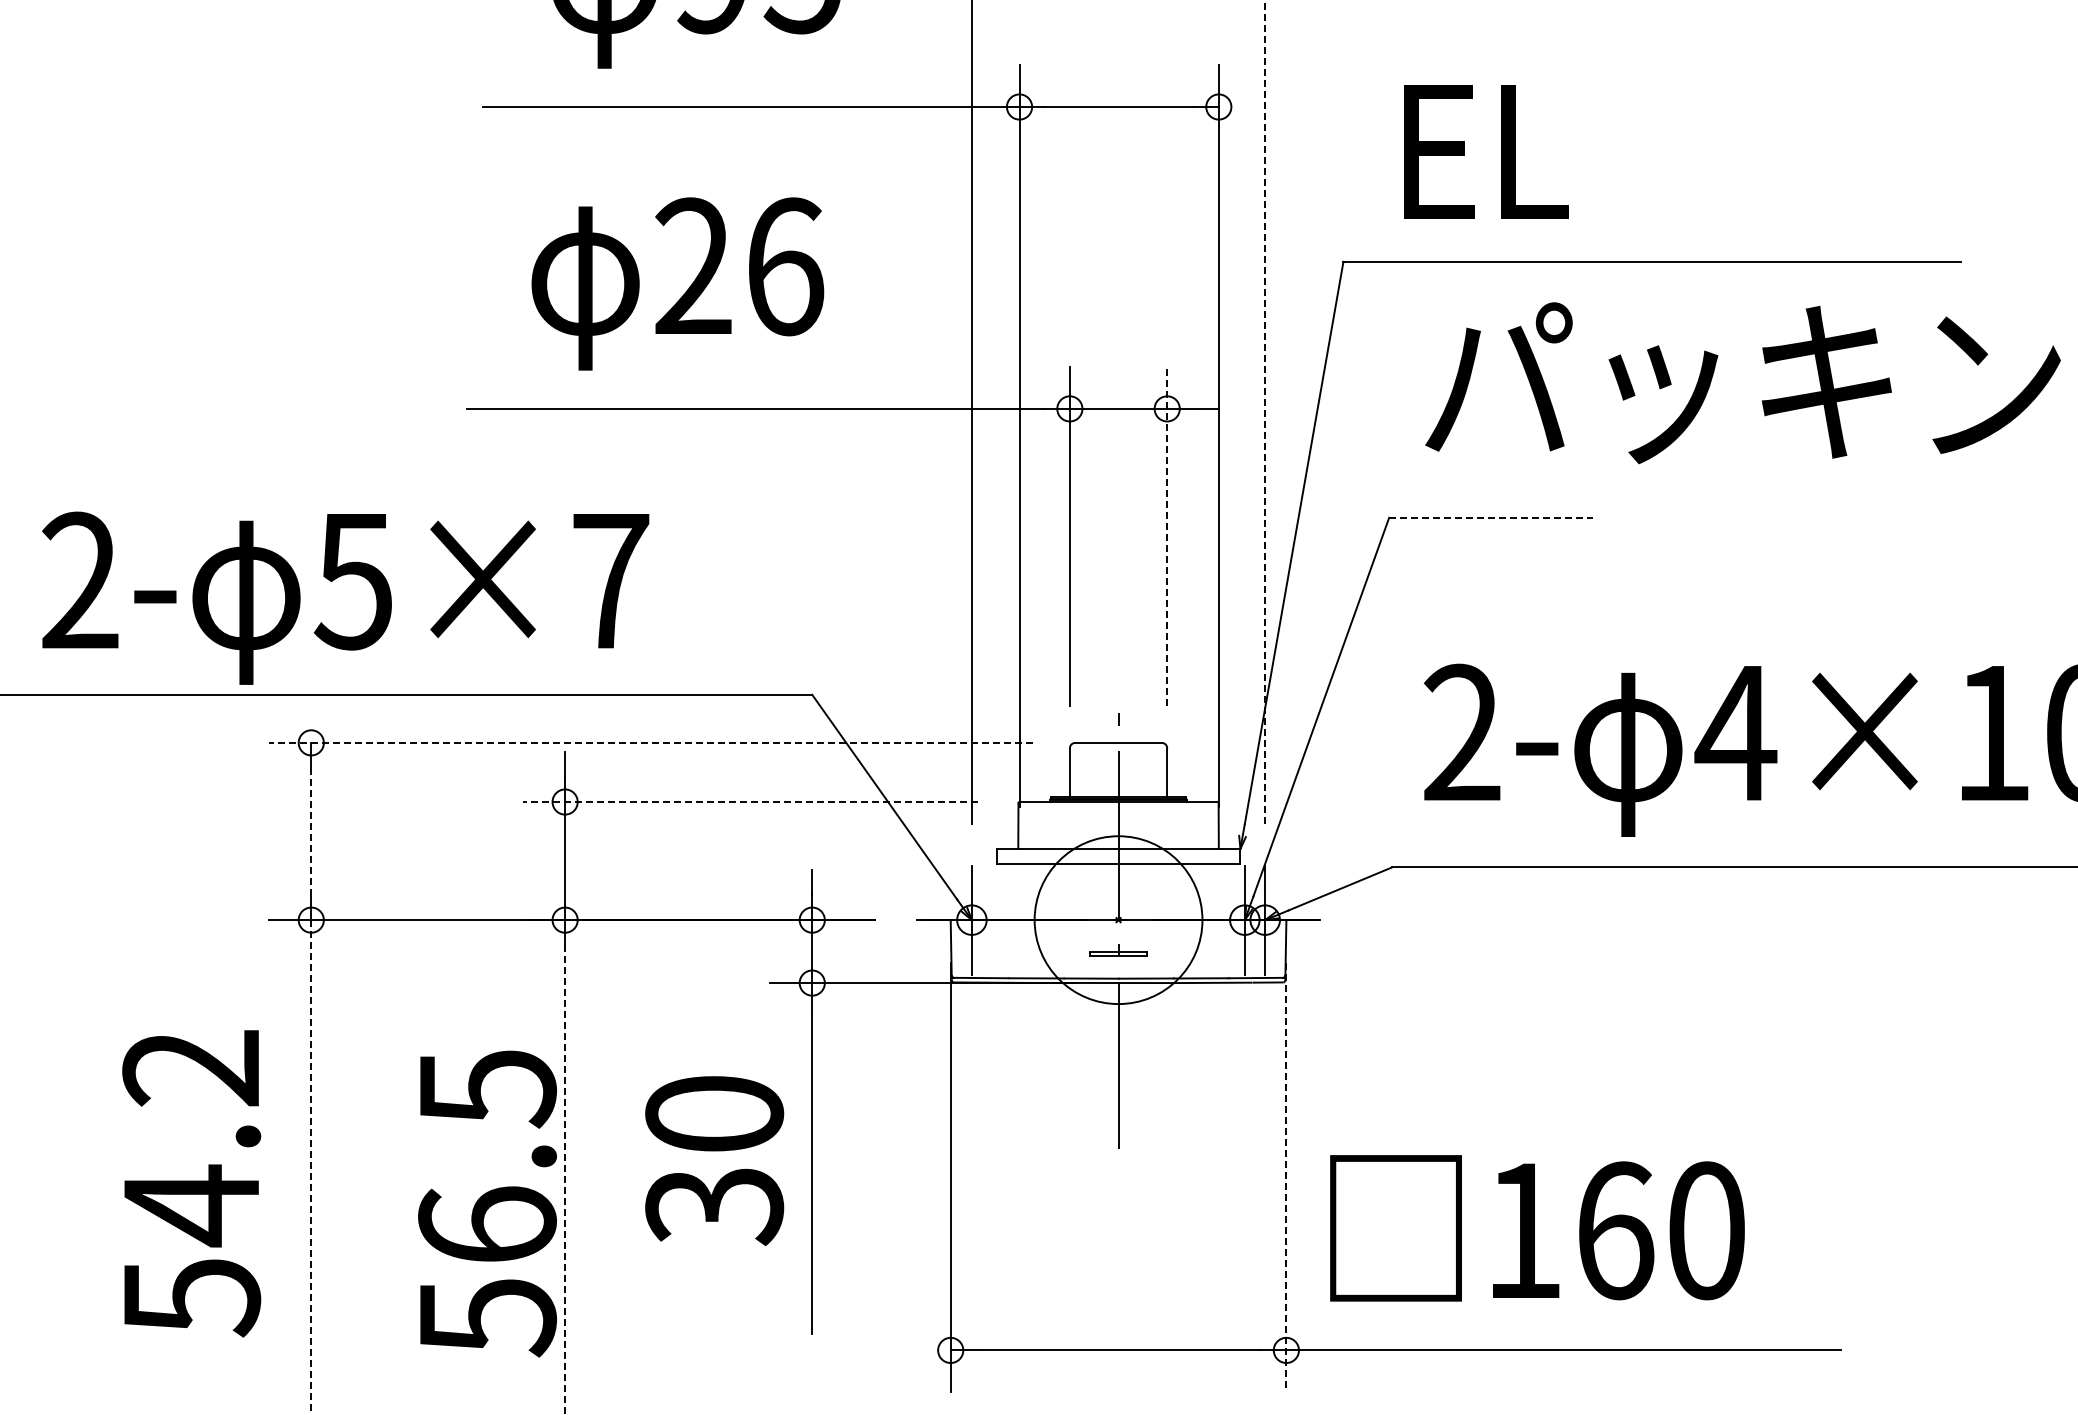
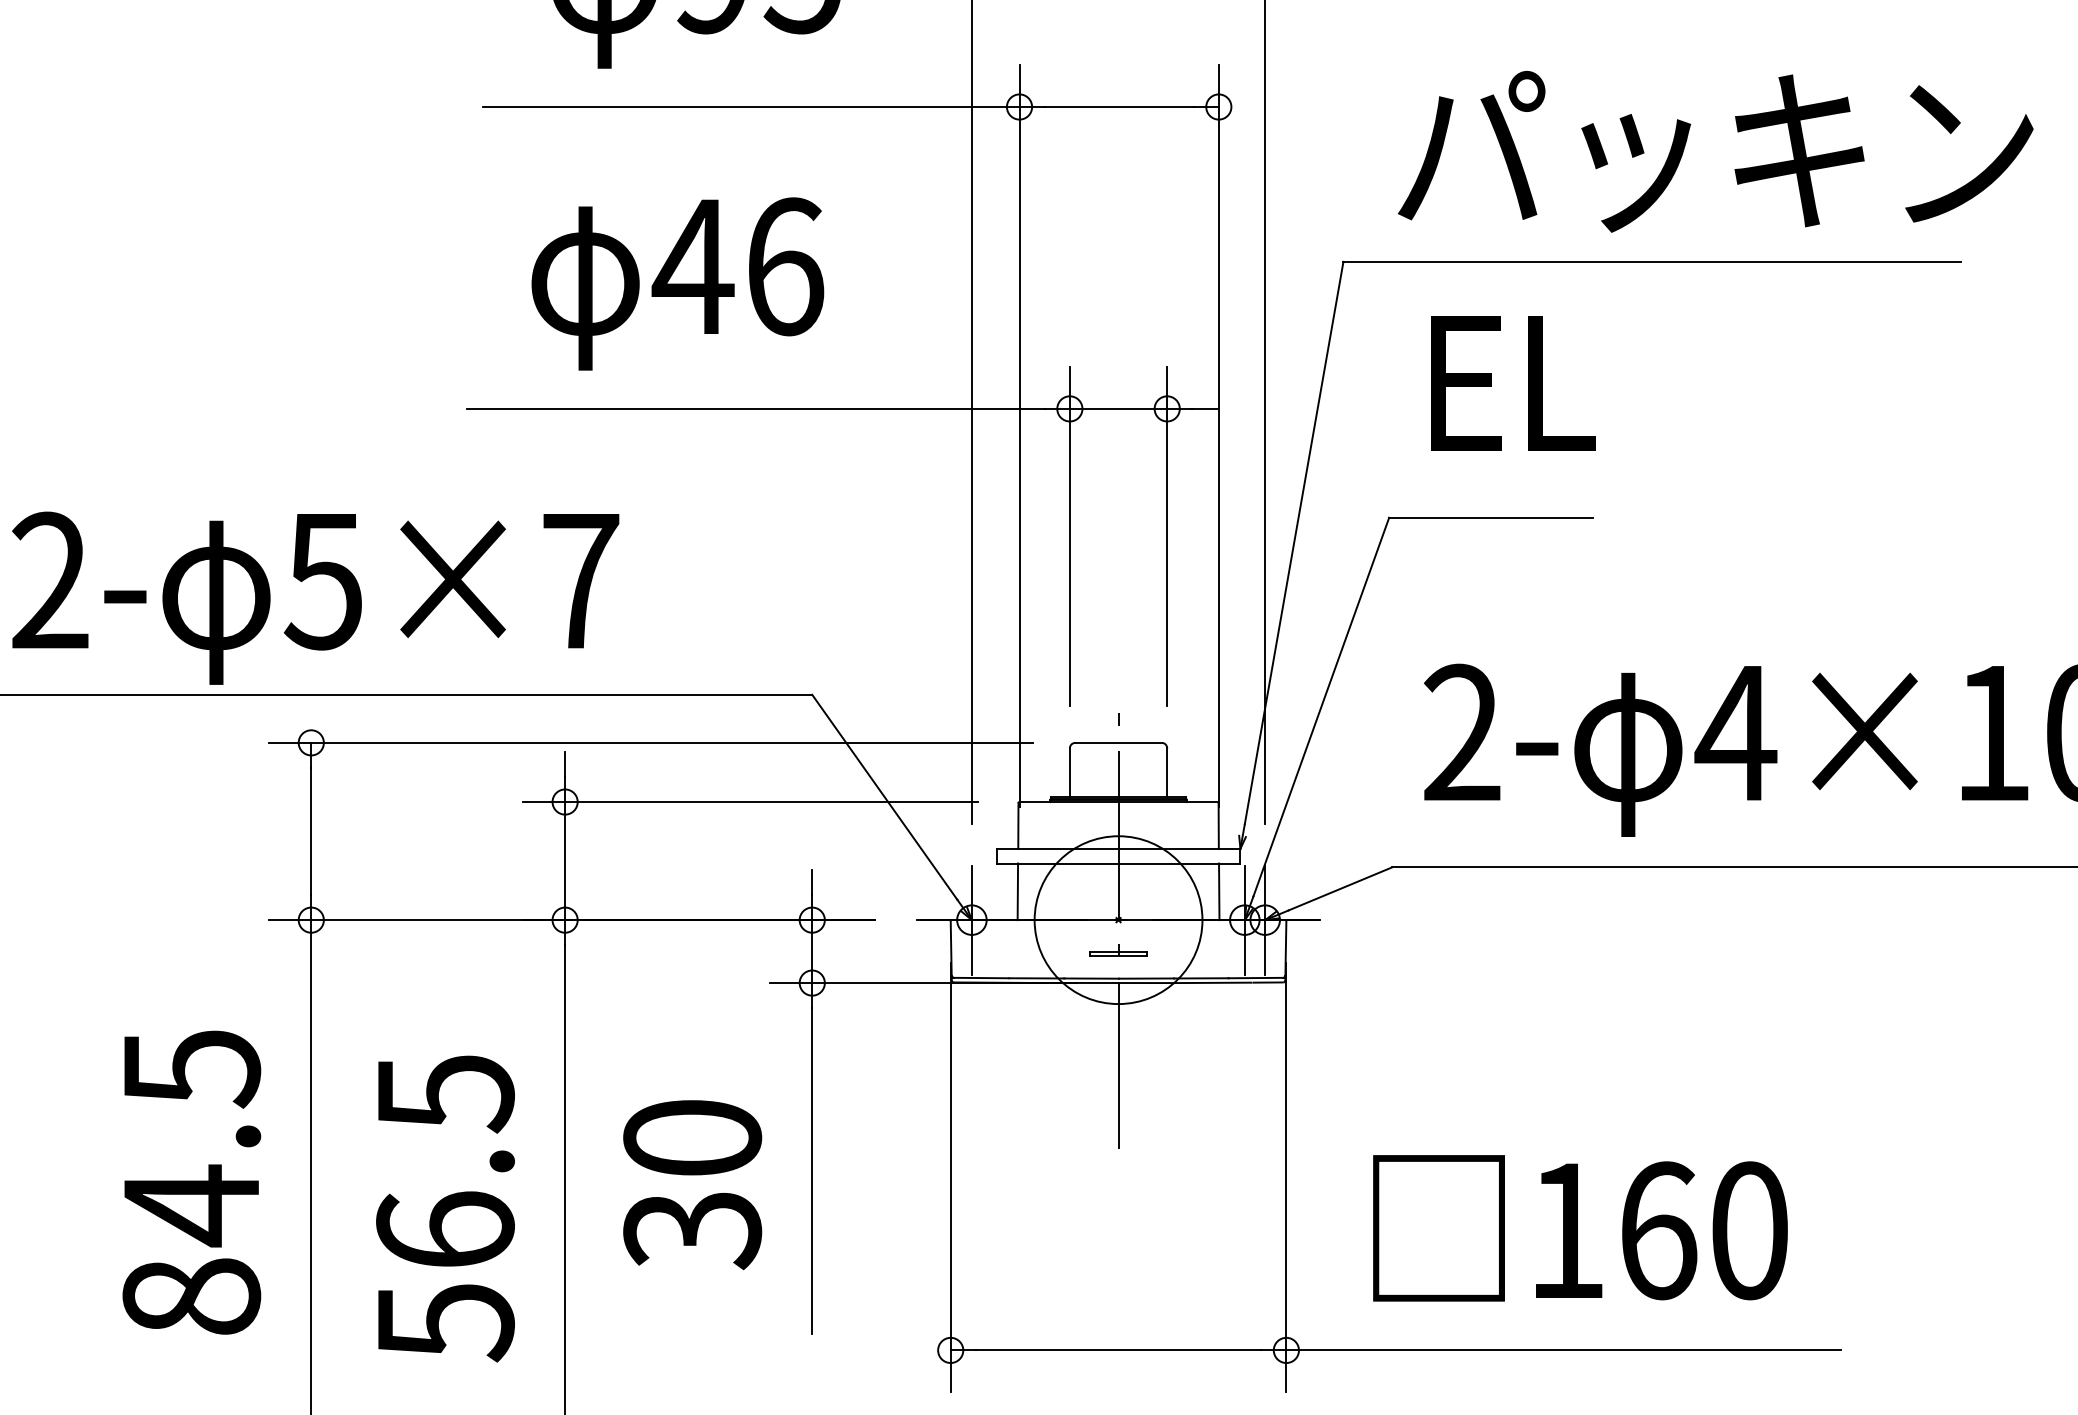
text at (1715, 151): EL -> パッキン
text at (692, 265): 26 -> 46
text at (1742, 383): パッキン -> EL
line at (1265, 411): dashed -> solid
line at (1490, 517): dashed -> solid
line at (1167, 536): dashed -> solid
text at (345, 597) position: (345, 597) -> (315, 597)
line at (650, 742): dashed -> solid
line at (749, 802): dashed -> solid
line at (311, 832): dashed -> solid
line at (1017, 891): none -> present
line at (1219, 891): none -> present
text at (714, 1161) position: (714, 1161) -> (692, 1185)
line at (311, 1167): dashed -> solid
line at (1286, 1177): dashed -> solid
line at (565, 1179): dashed -> solid
text at (191, 1183): 54.2 -> 84.5
text at (487, 1203) position: (487, 1203) -> (445, 1208)
text at (1537, 1228) position: (1537, 1228) -> (1580, 1228)
